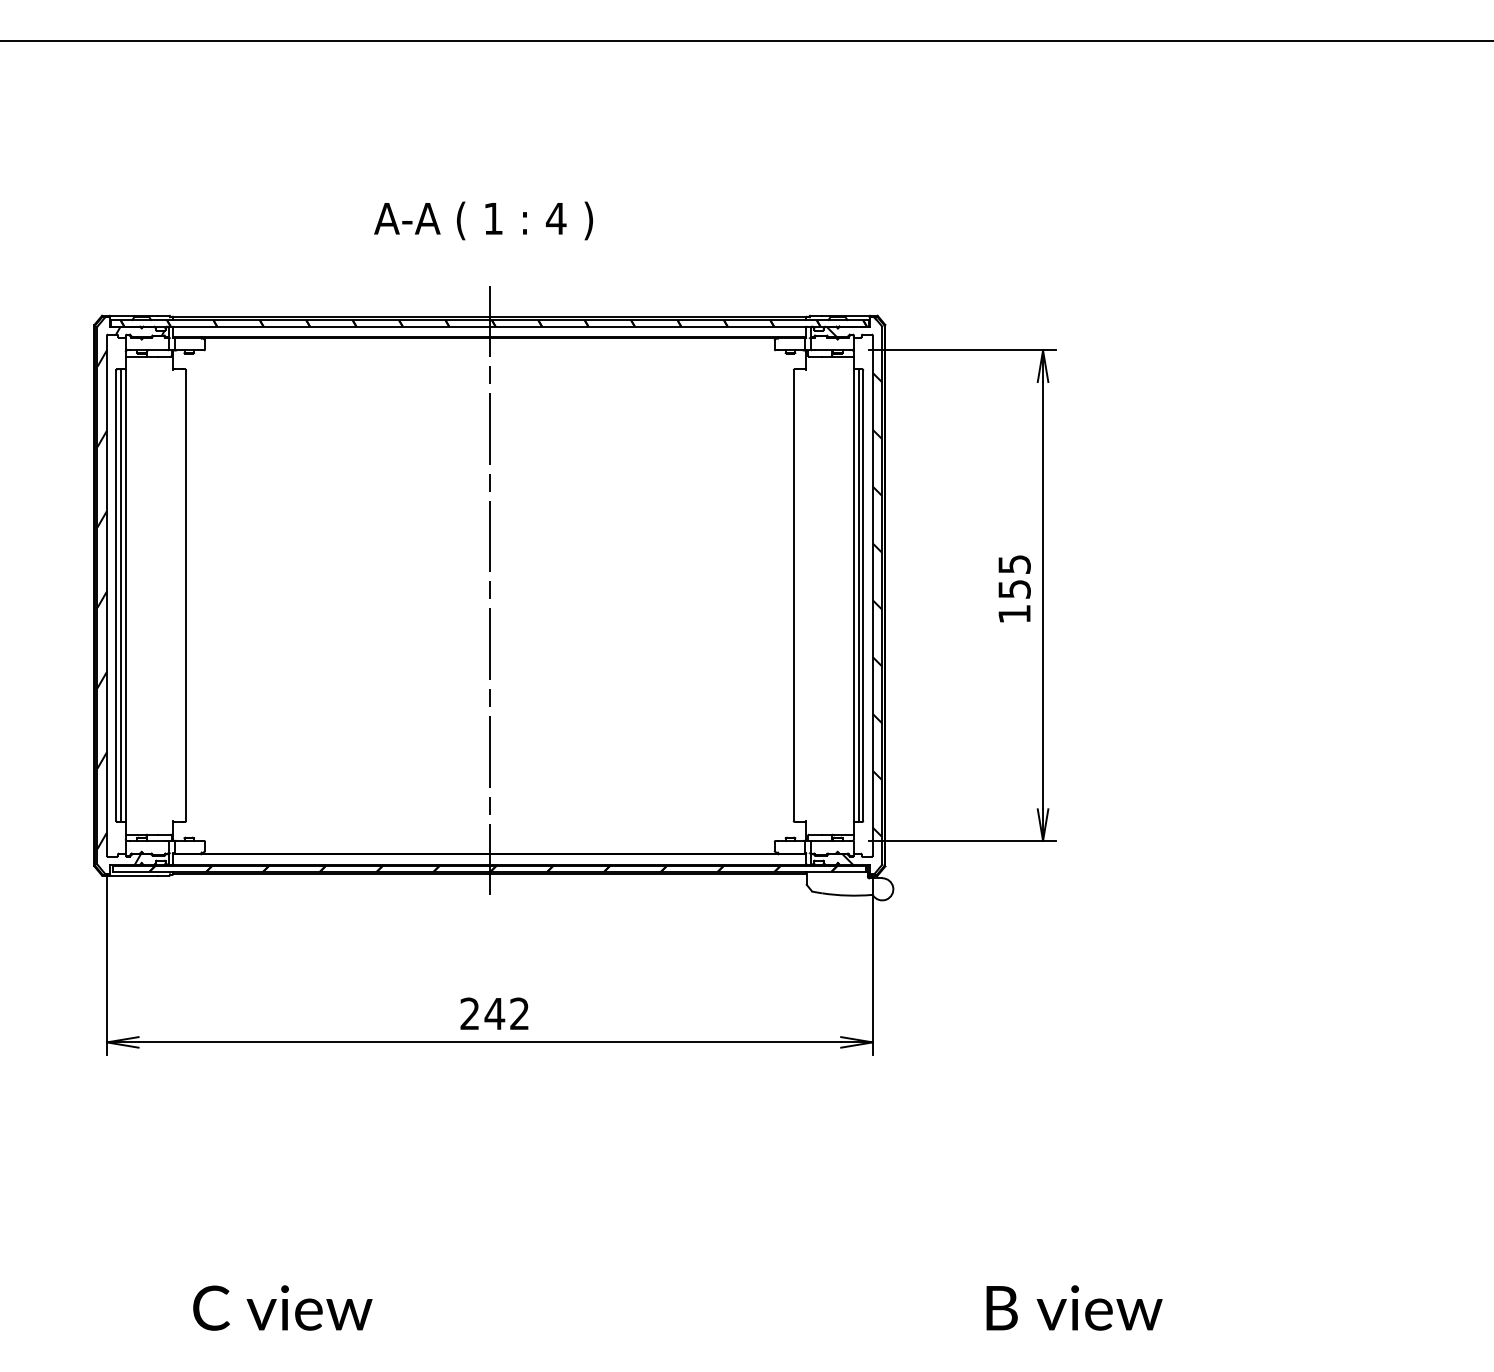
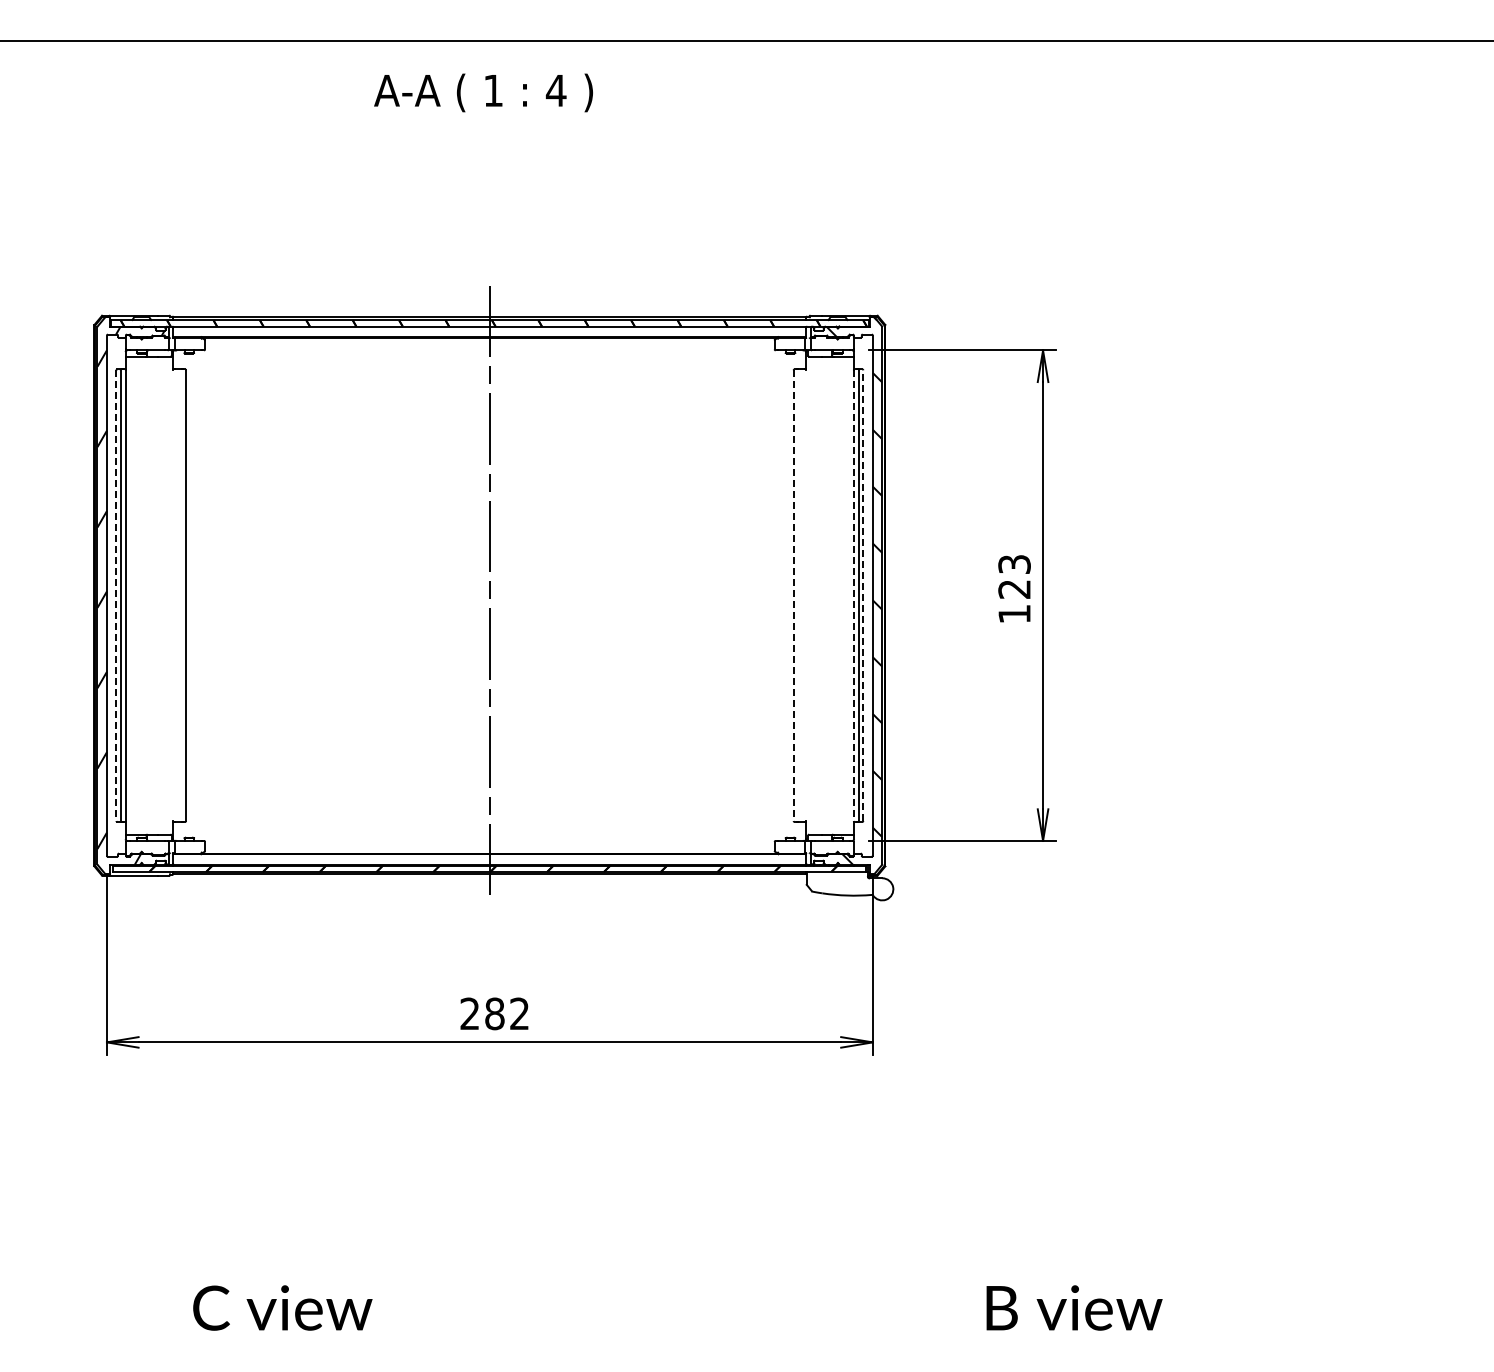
text at (483, 220) position: (483, 220) -> (483, 92)
text at (1014, 576): 155 -> 123
line at (863, 595): solid -> dashed
line at (116, 596): solid -> dashed
line at (793, 596): solid -> dashed
line at (853, 596): solid -> dashed
text at (494, 1013): 242 -> 282
